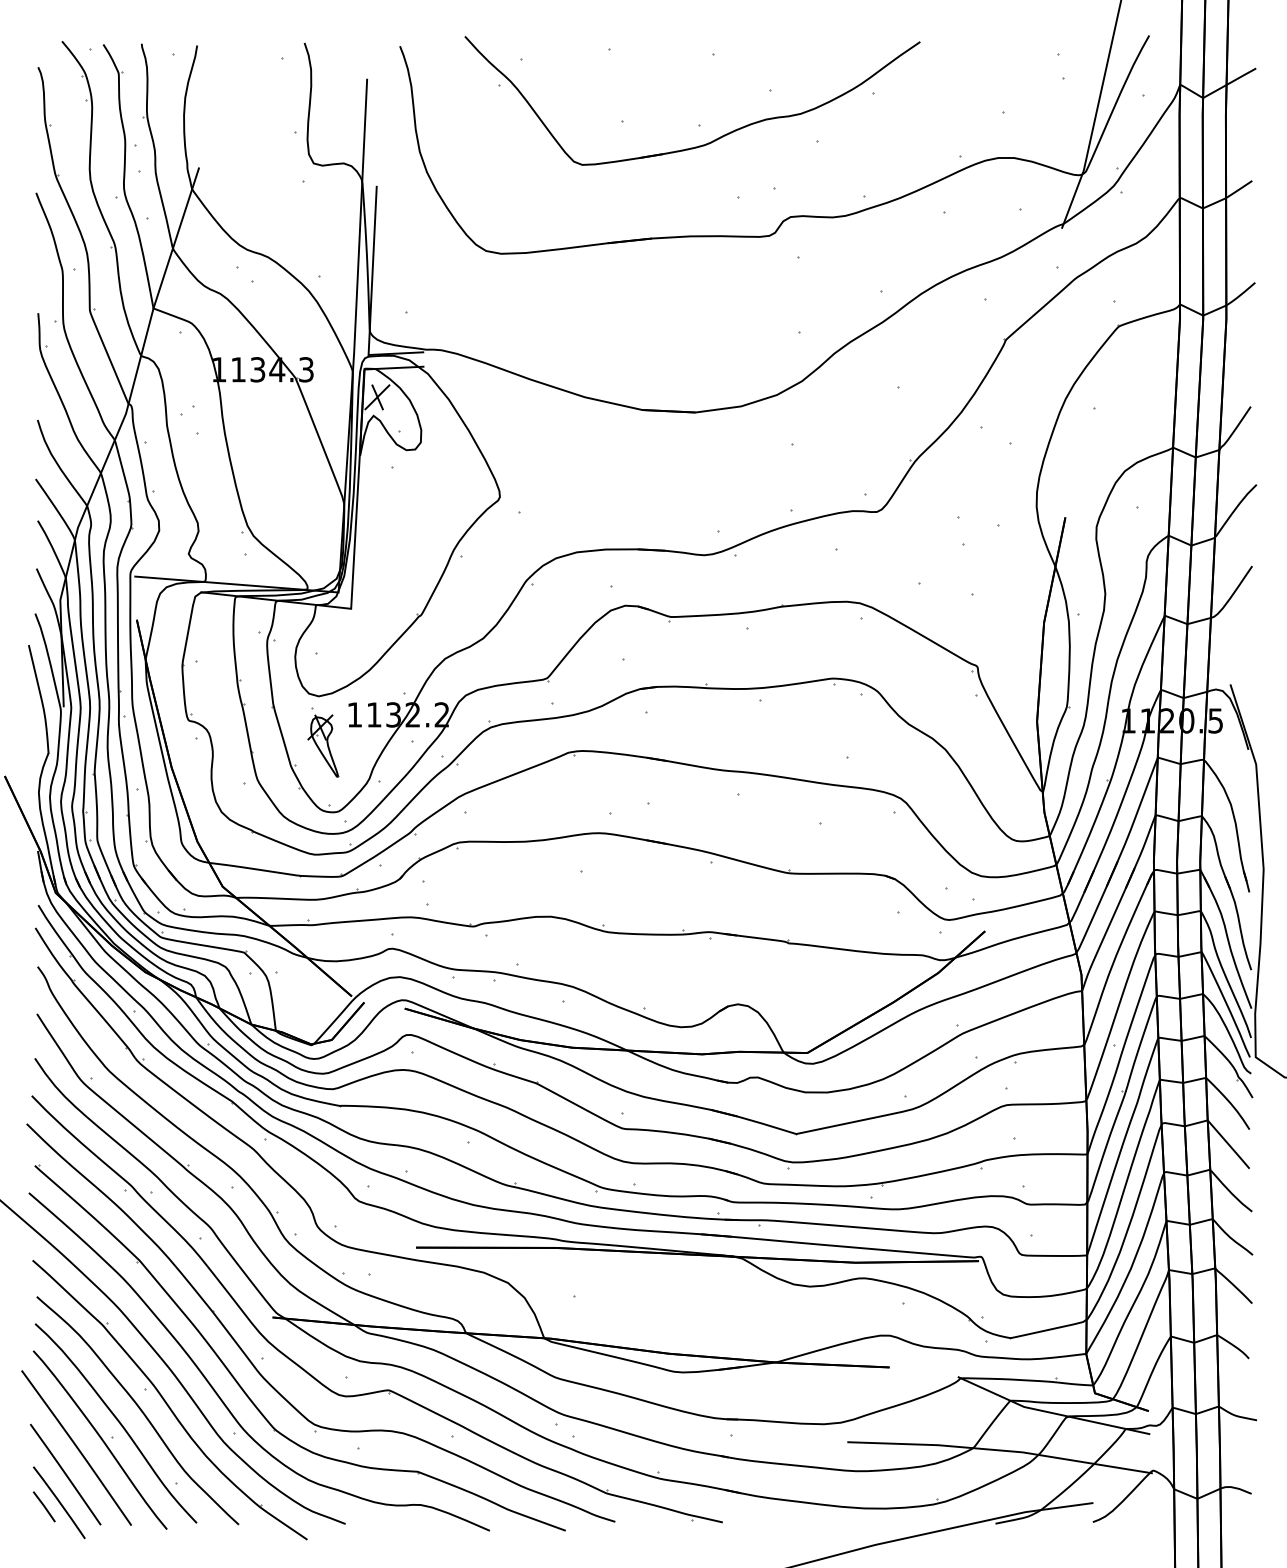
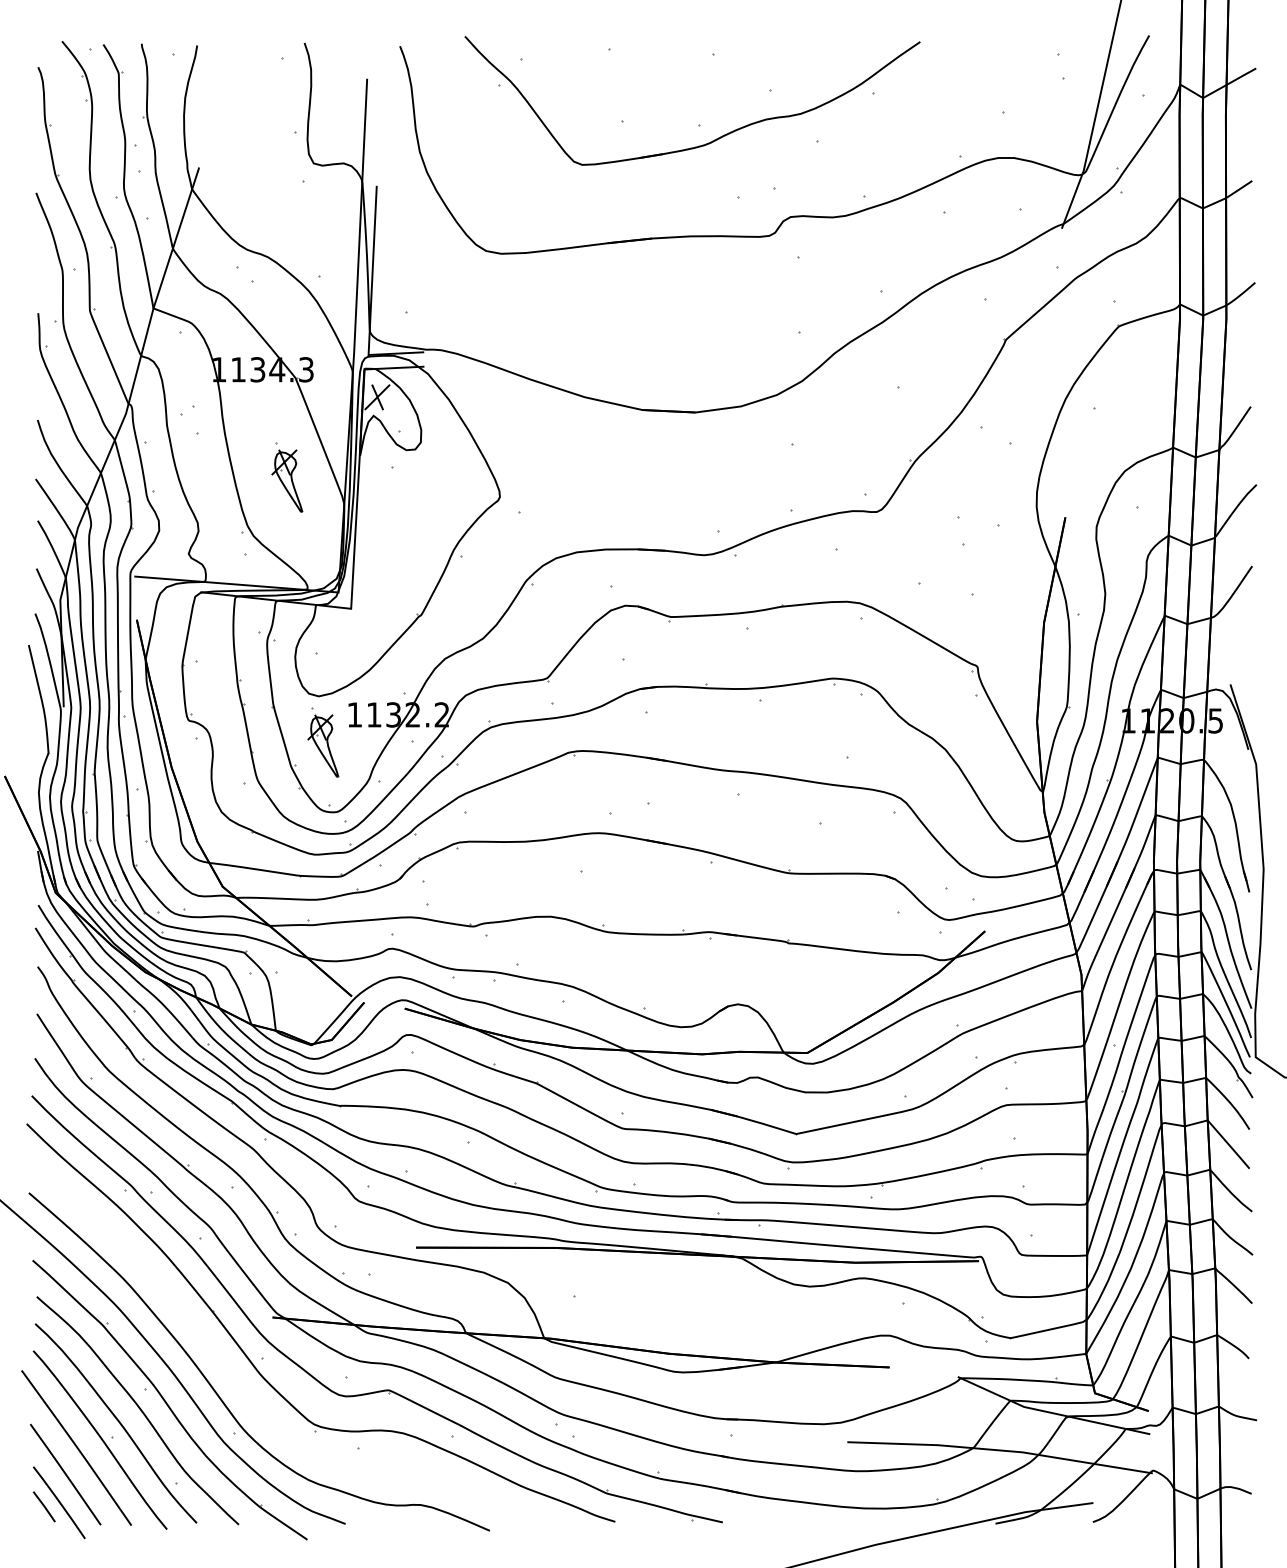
part at (287, 477): none -> present
part at (242, 1387): present -> none
